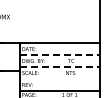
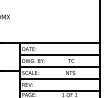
line at (59, 55): dashed -> solid
line at (59, 67): dashed -> solid
line at (59, 79): none -> present
